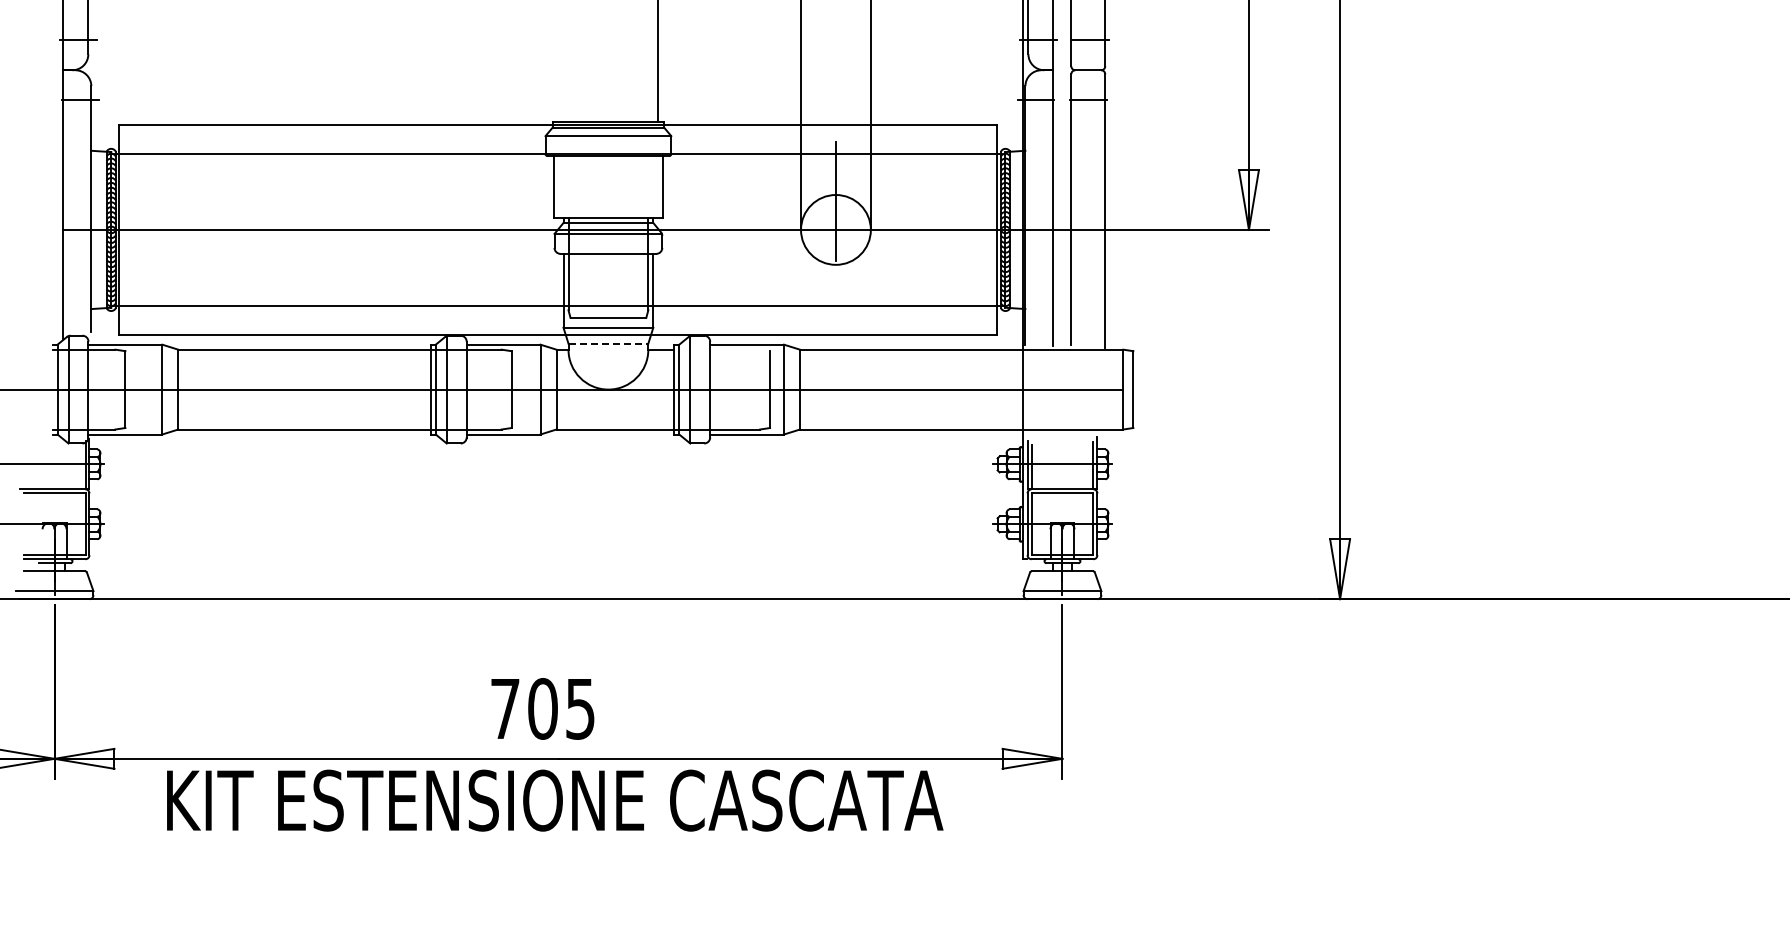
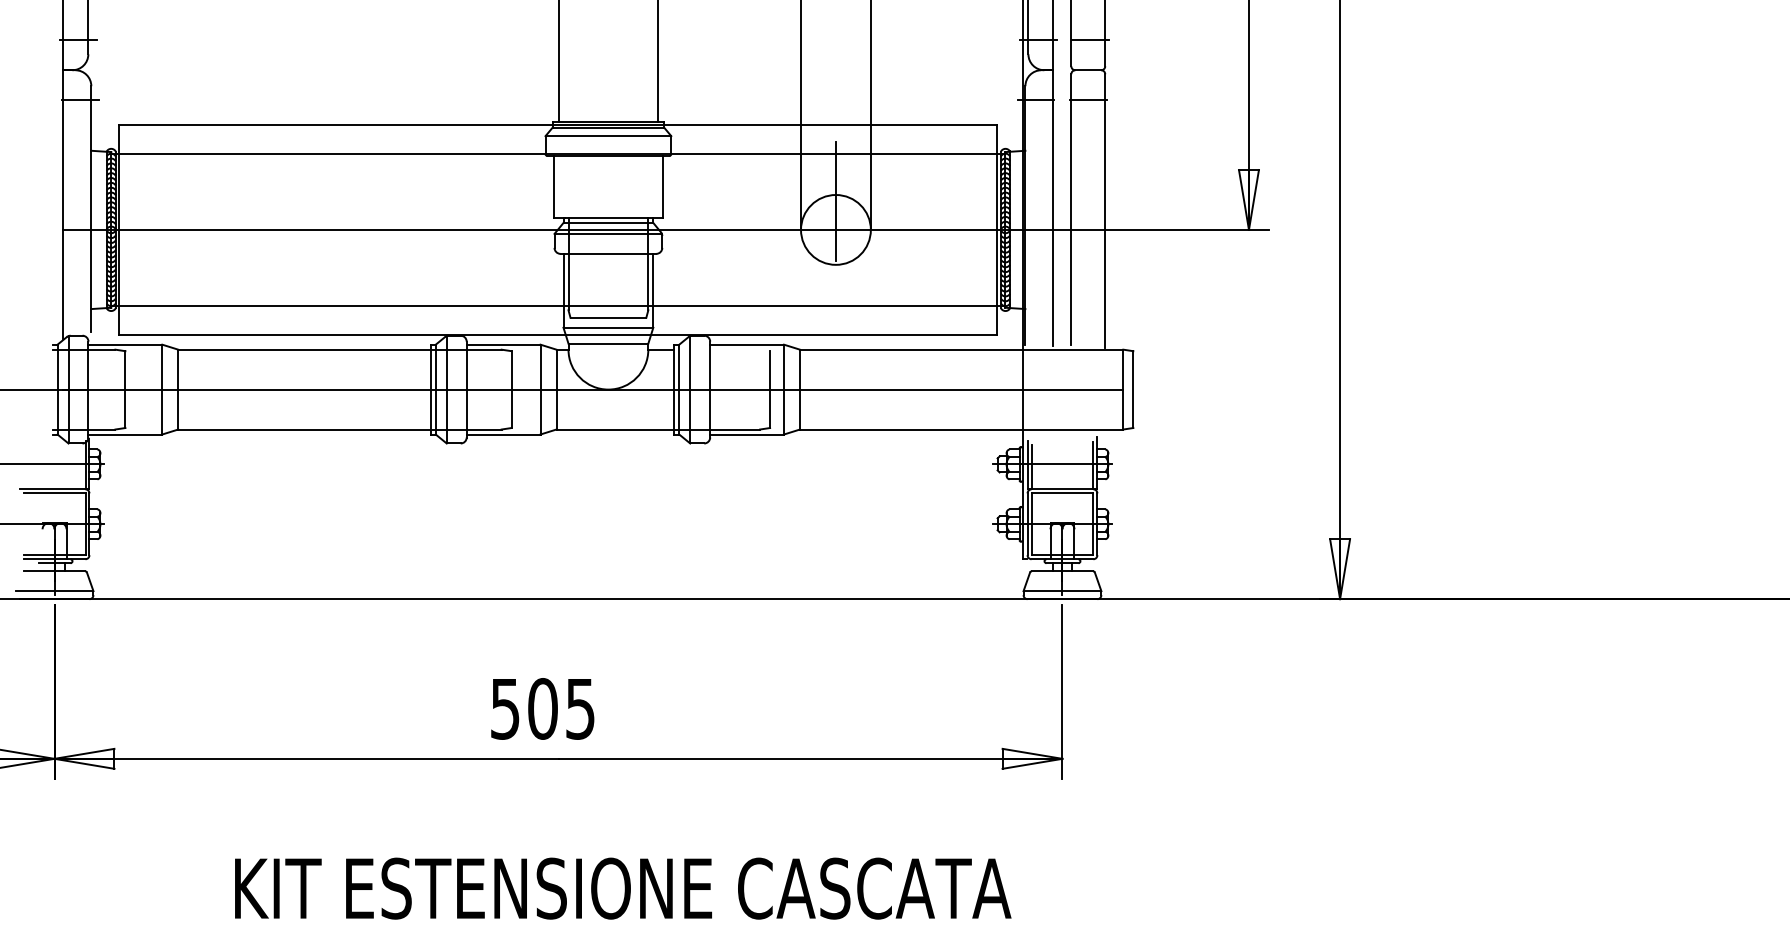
line at (558, 62): none -> present
line at (608, 343): dashed -> solid
text at (505, 709): 705 -> 505
text at (555, 800) position: (555, 800) -> (623, 888)
